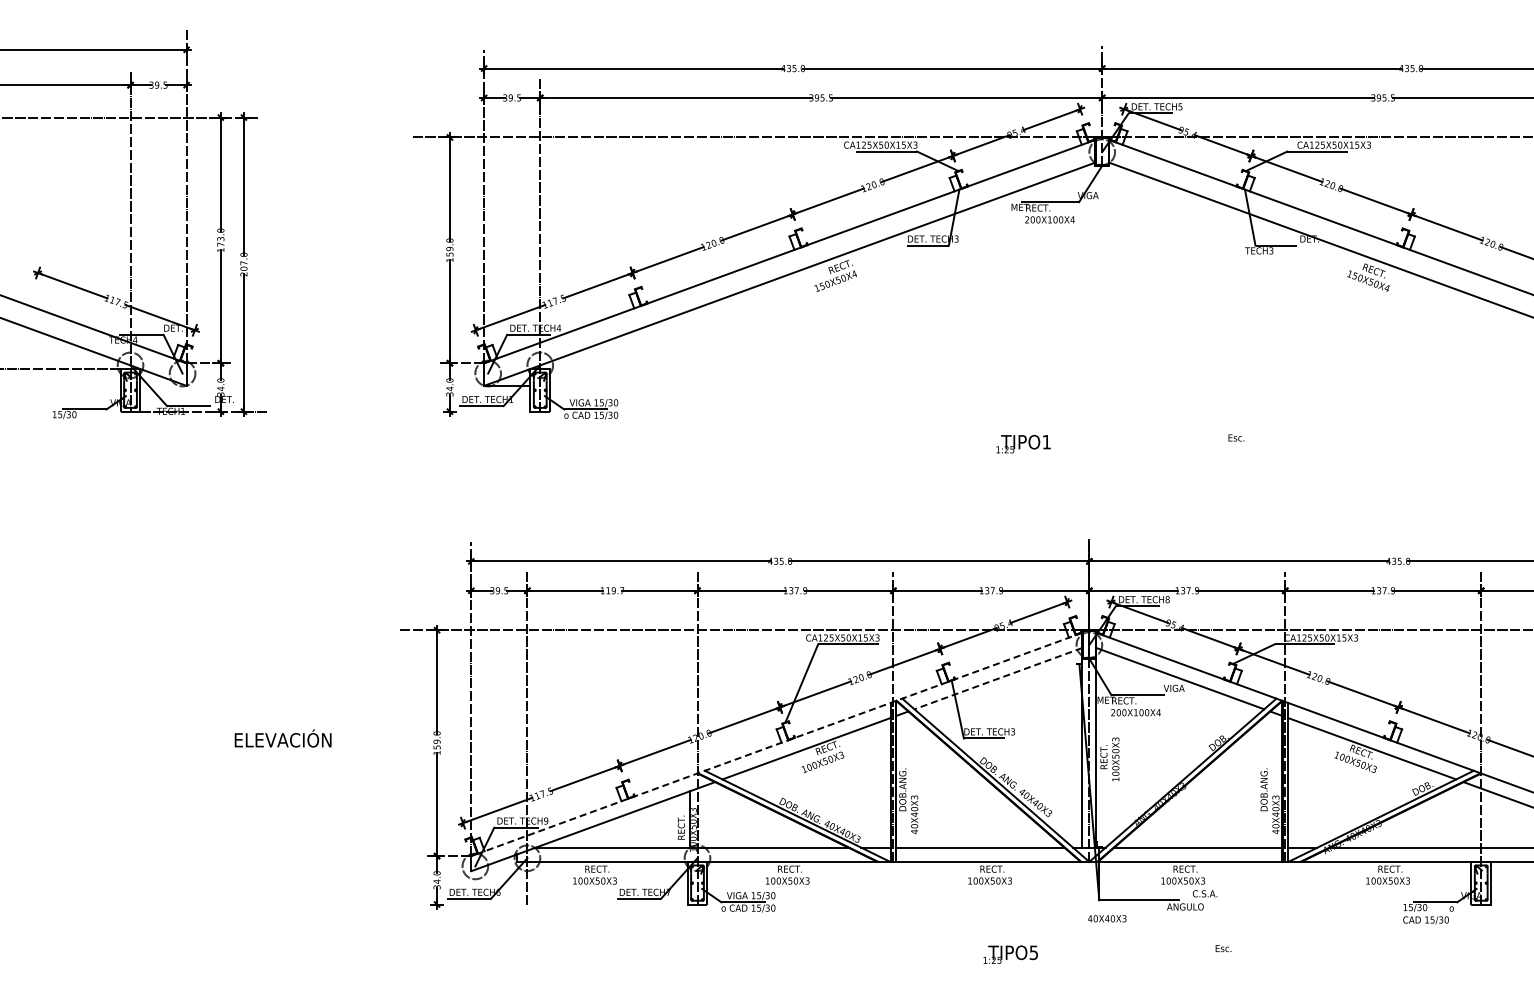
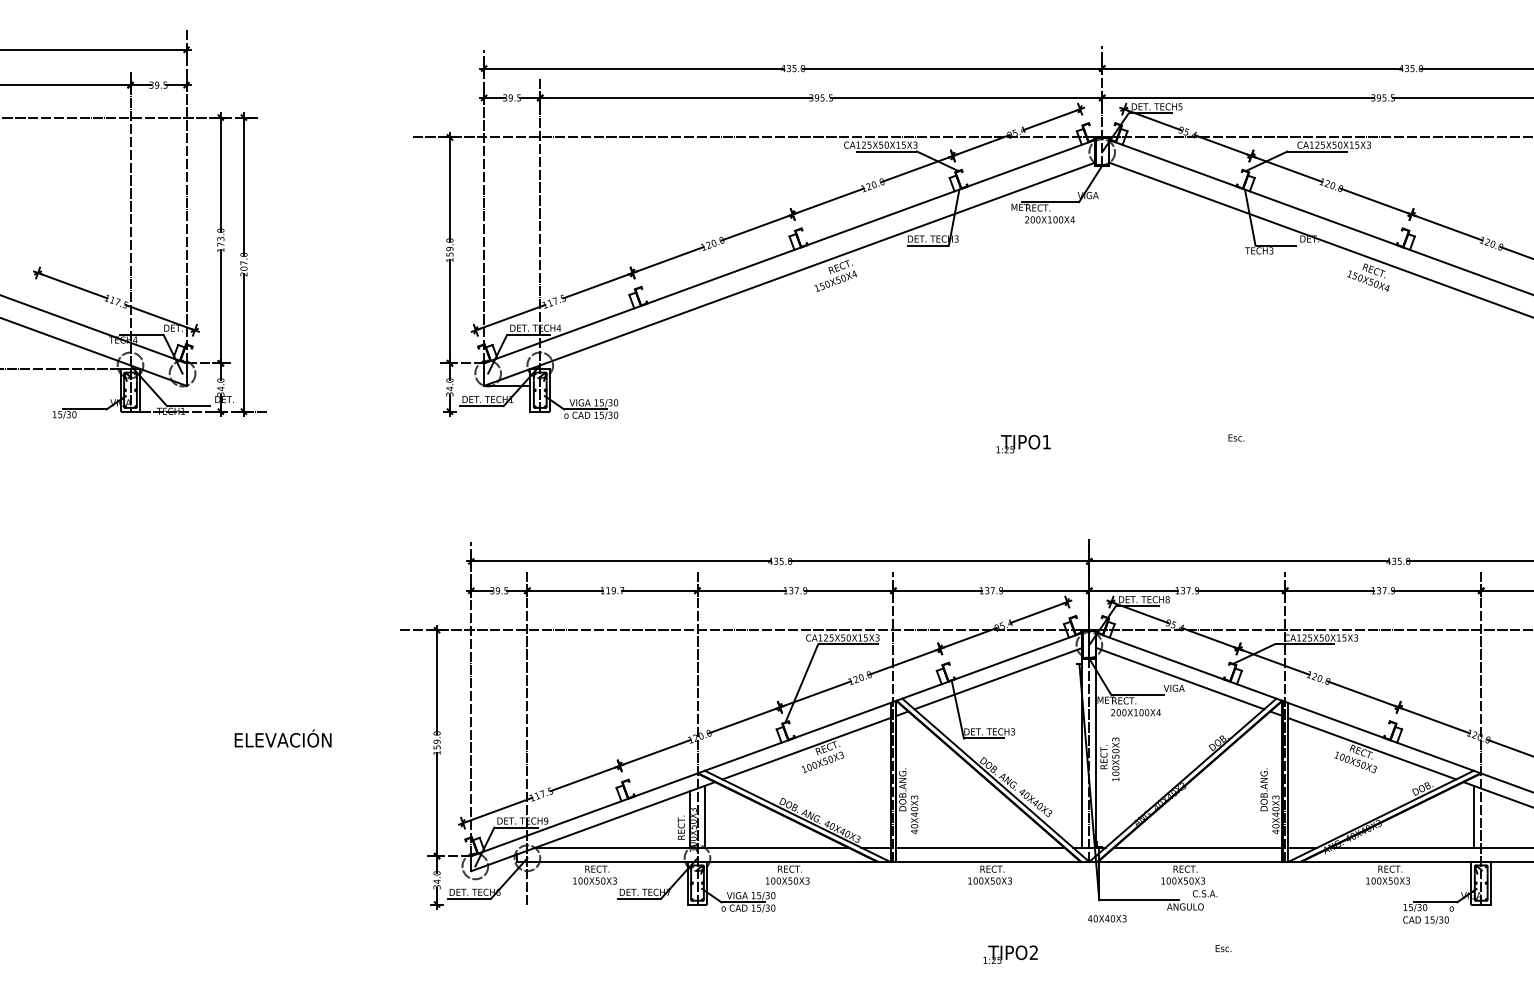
line at (997, 678): dashed -> solid
line at (776, 744): dashed -> solid
line at (704, 816): none -> present
line at (1474, 816): none -> present
text at (1033, 952): TIPO5 -> TIPO2
